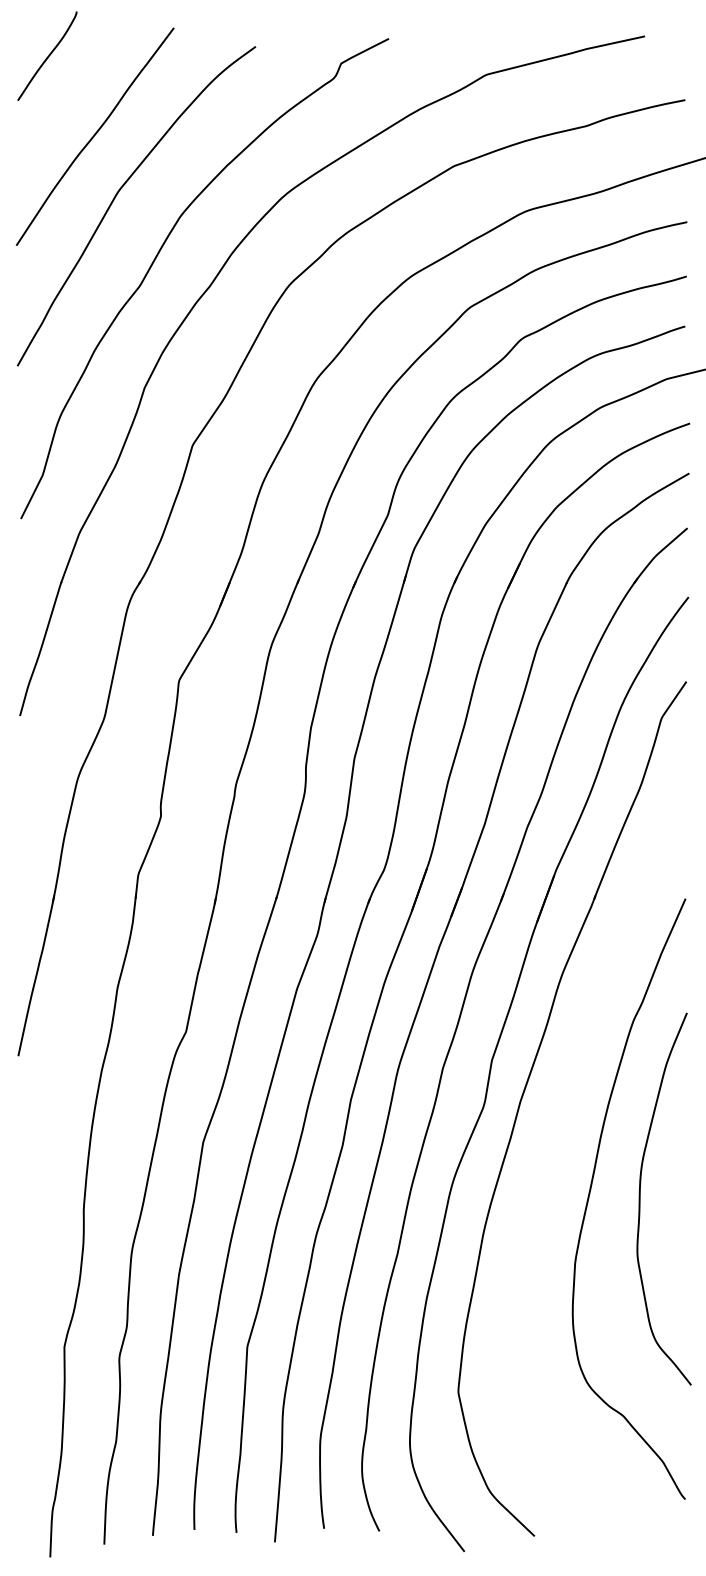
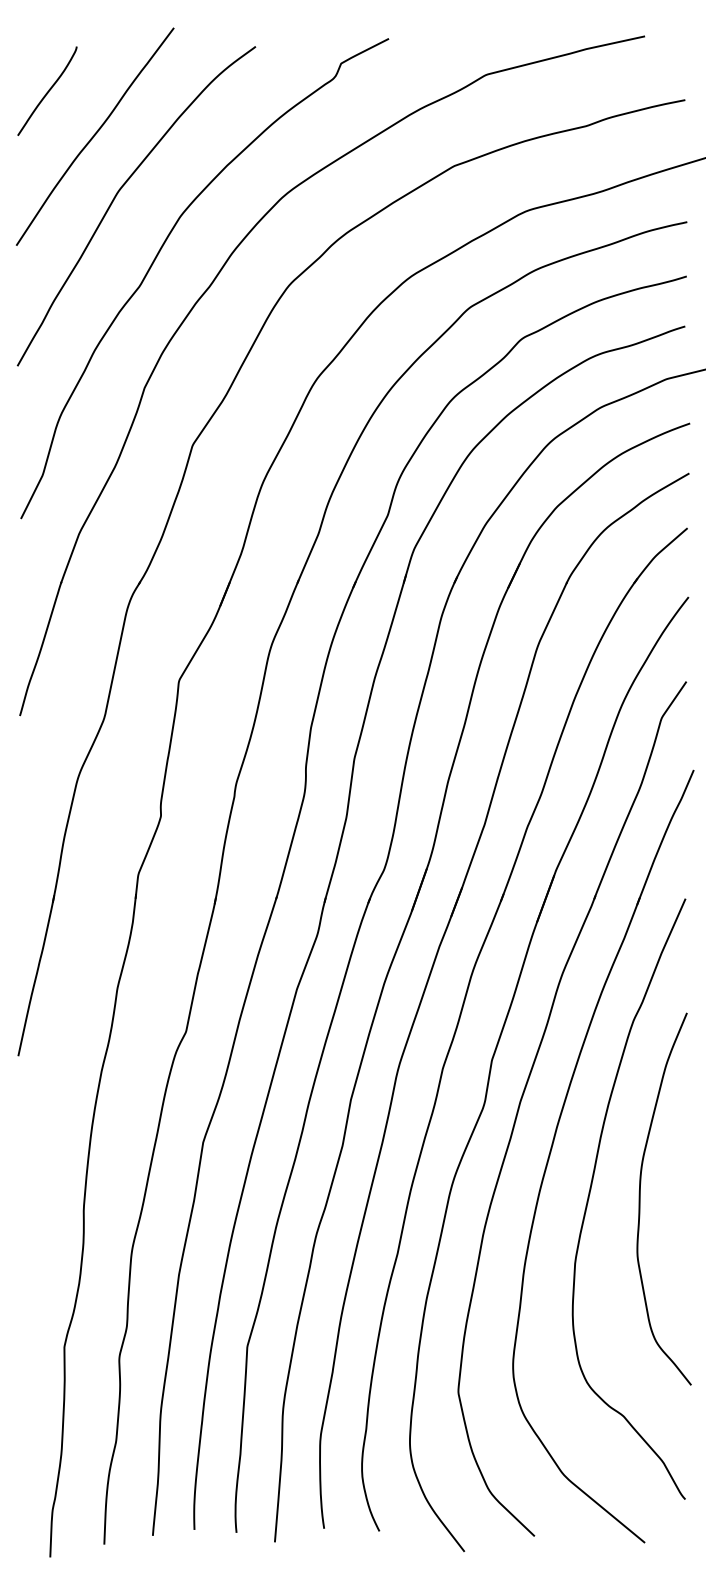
curve at (48, 55) position: (48, 55) -> (48, 90)
part at (553, 1145): none -> present
